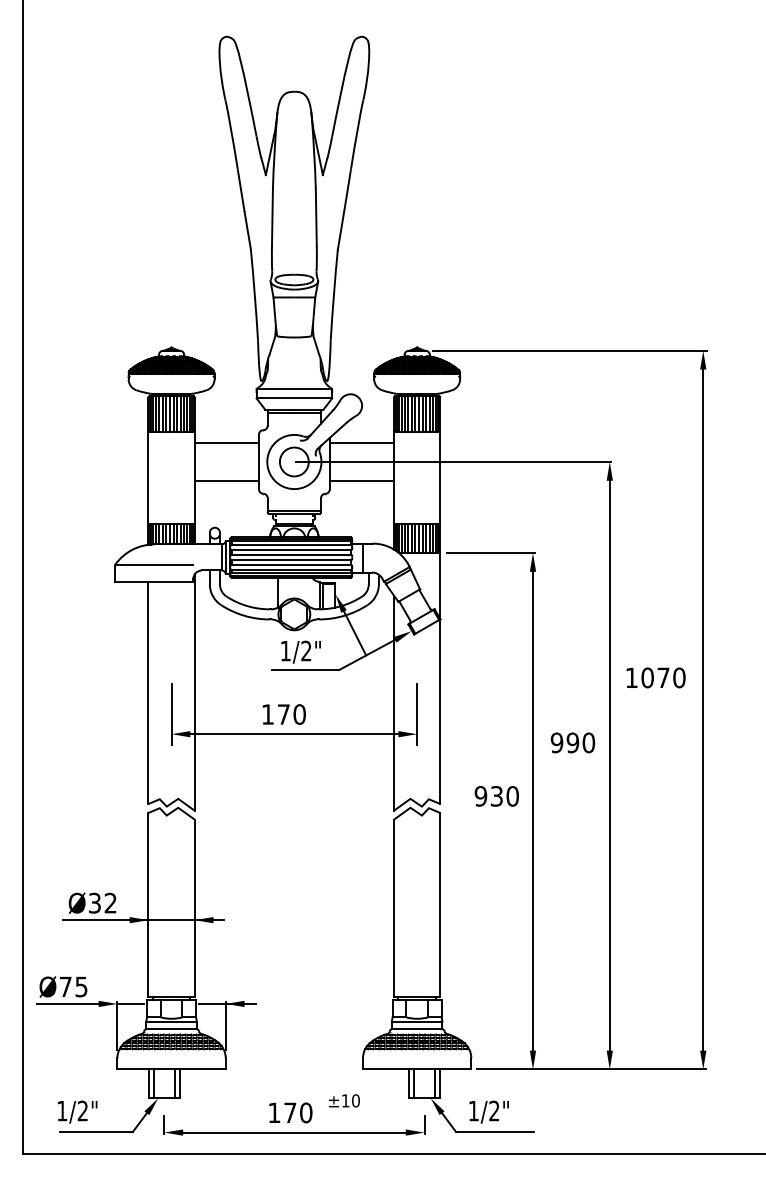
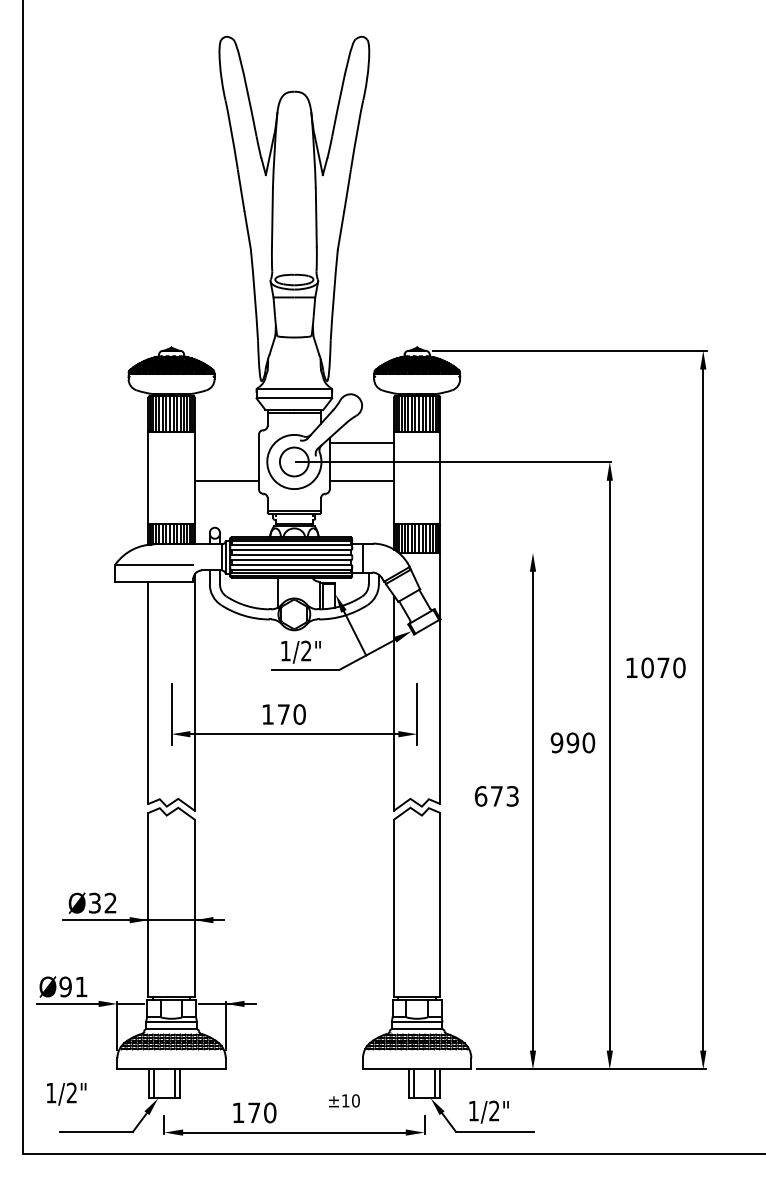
line at (226, 443): present -> none
line at (491, 553): present -> none
text at (655, 677) position: (655, 677) -> (655, 667)
text at (496, 796): 930 -> 673
text at (73, 986): Ø75 -> Ø91
text at (77, 1111) position: (77, 1111) -> (66, 1093)
text at (290, 1112) position: (290, 1112) -> (254, 1112)
